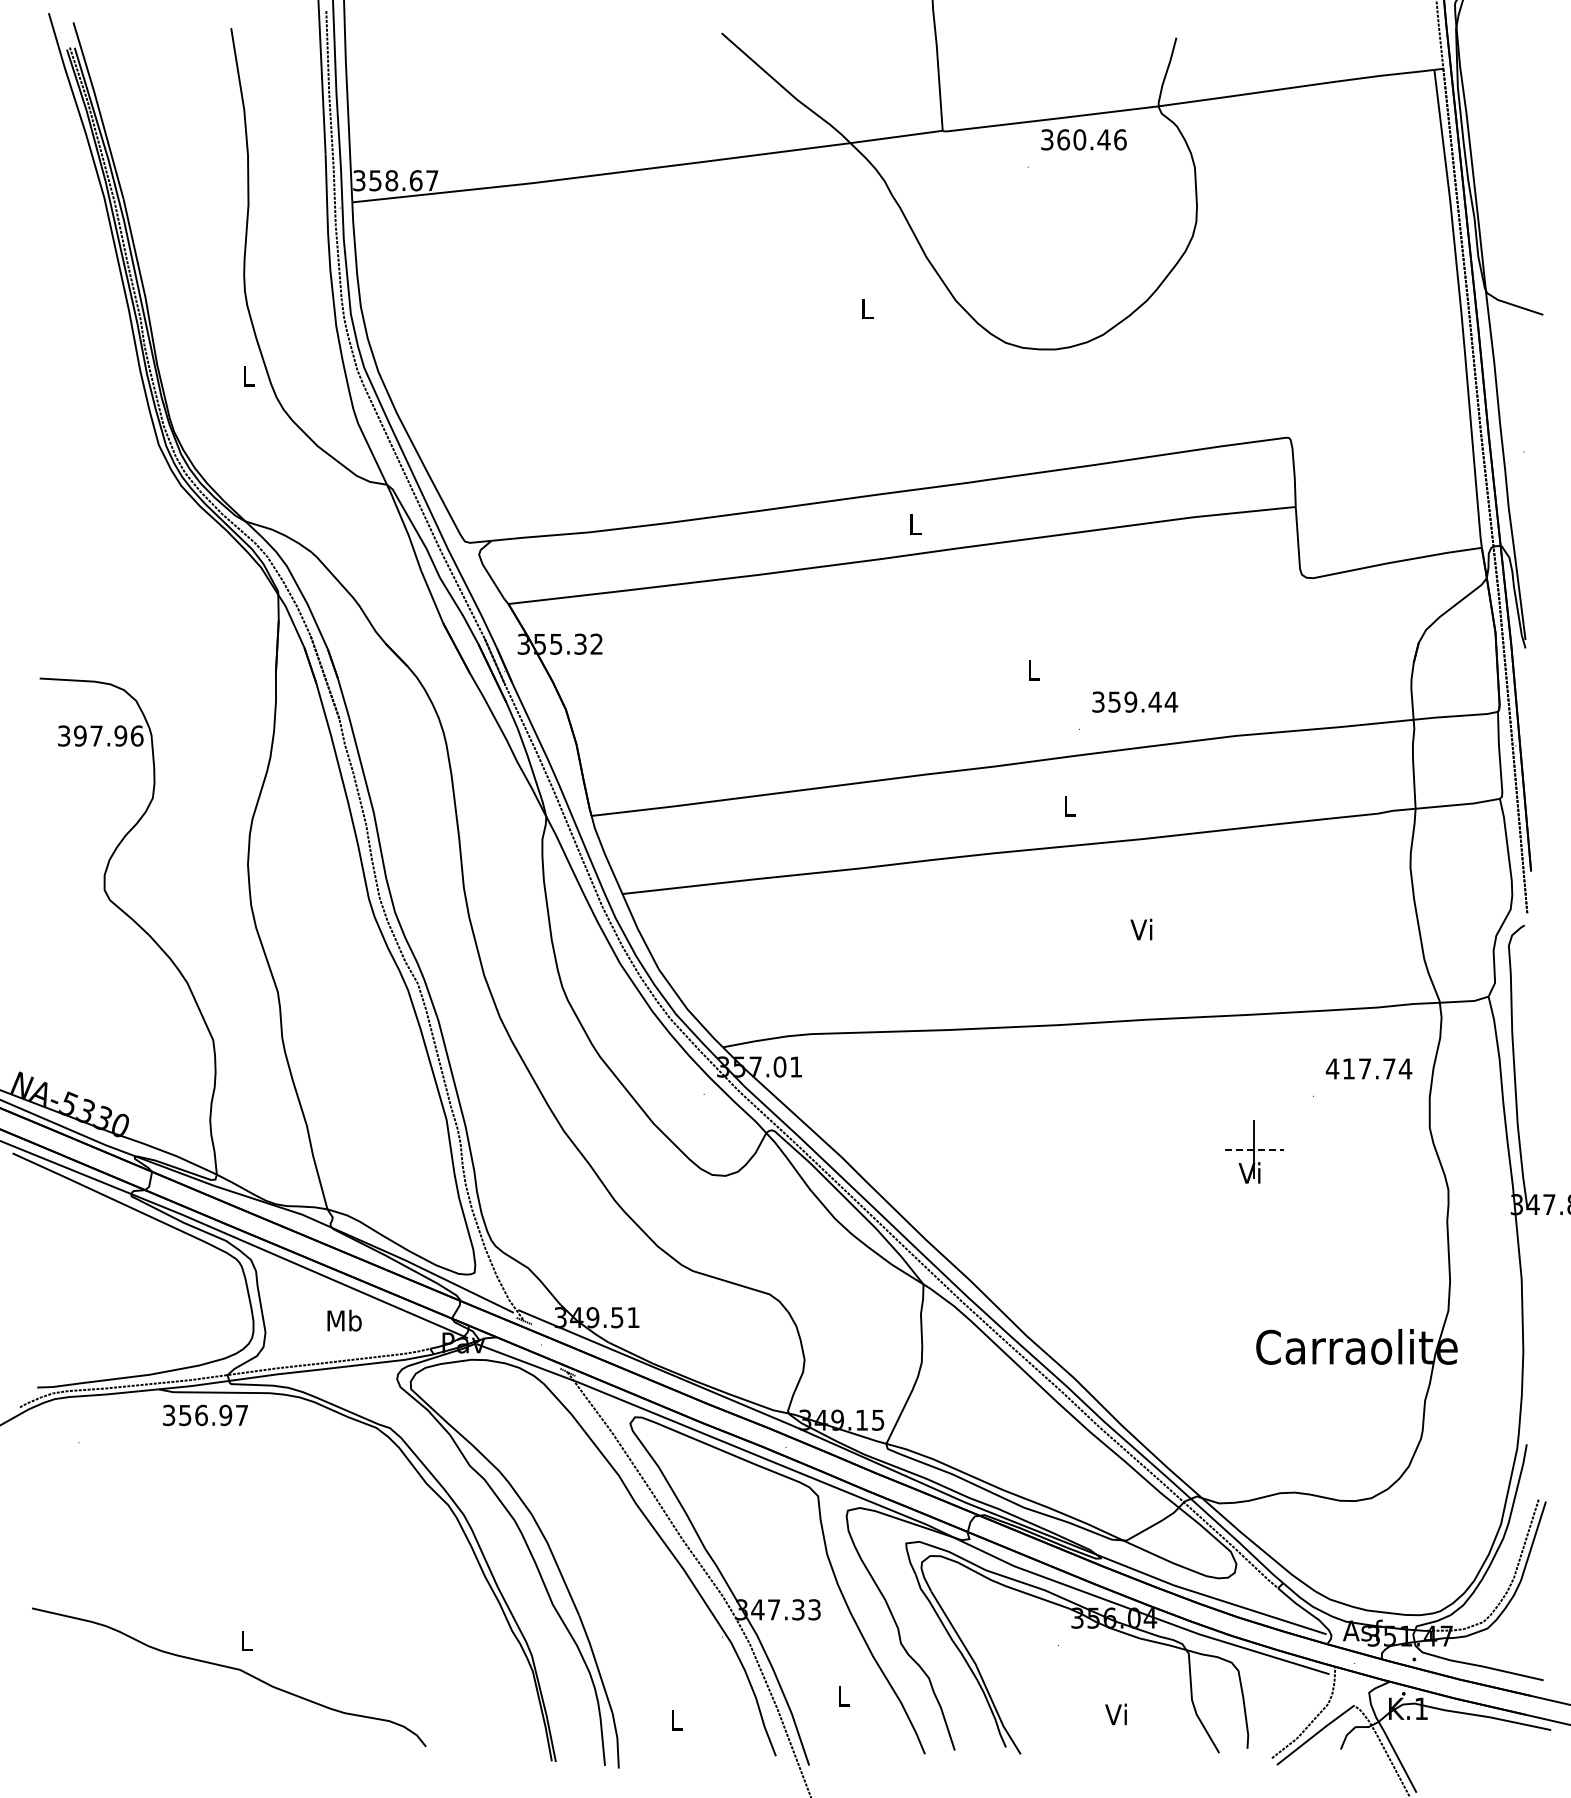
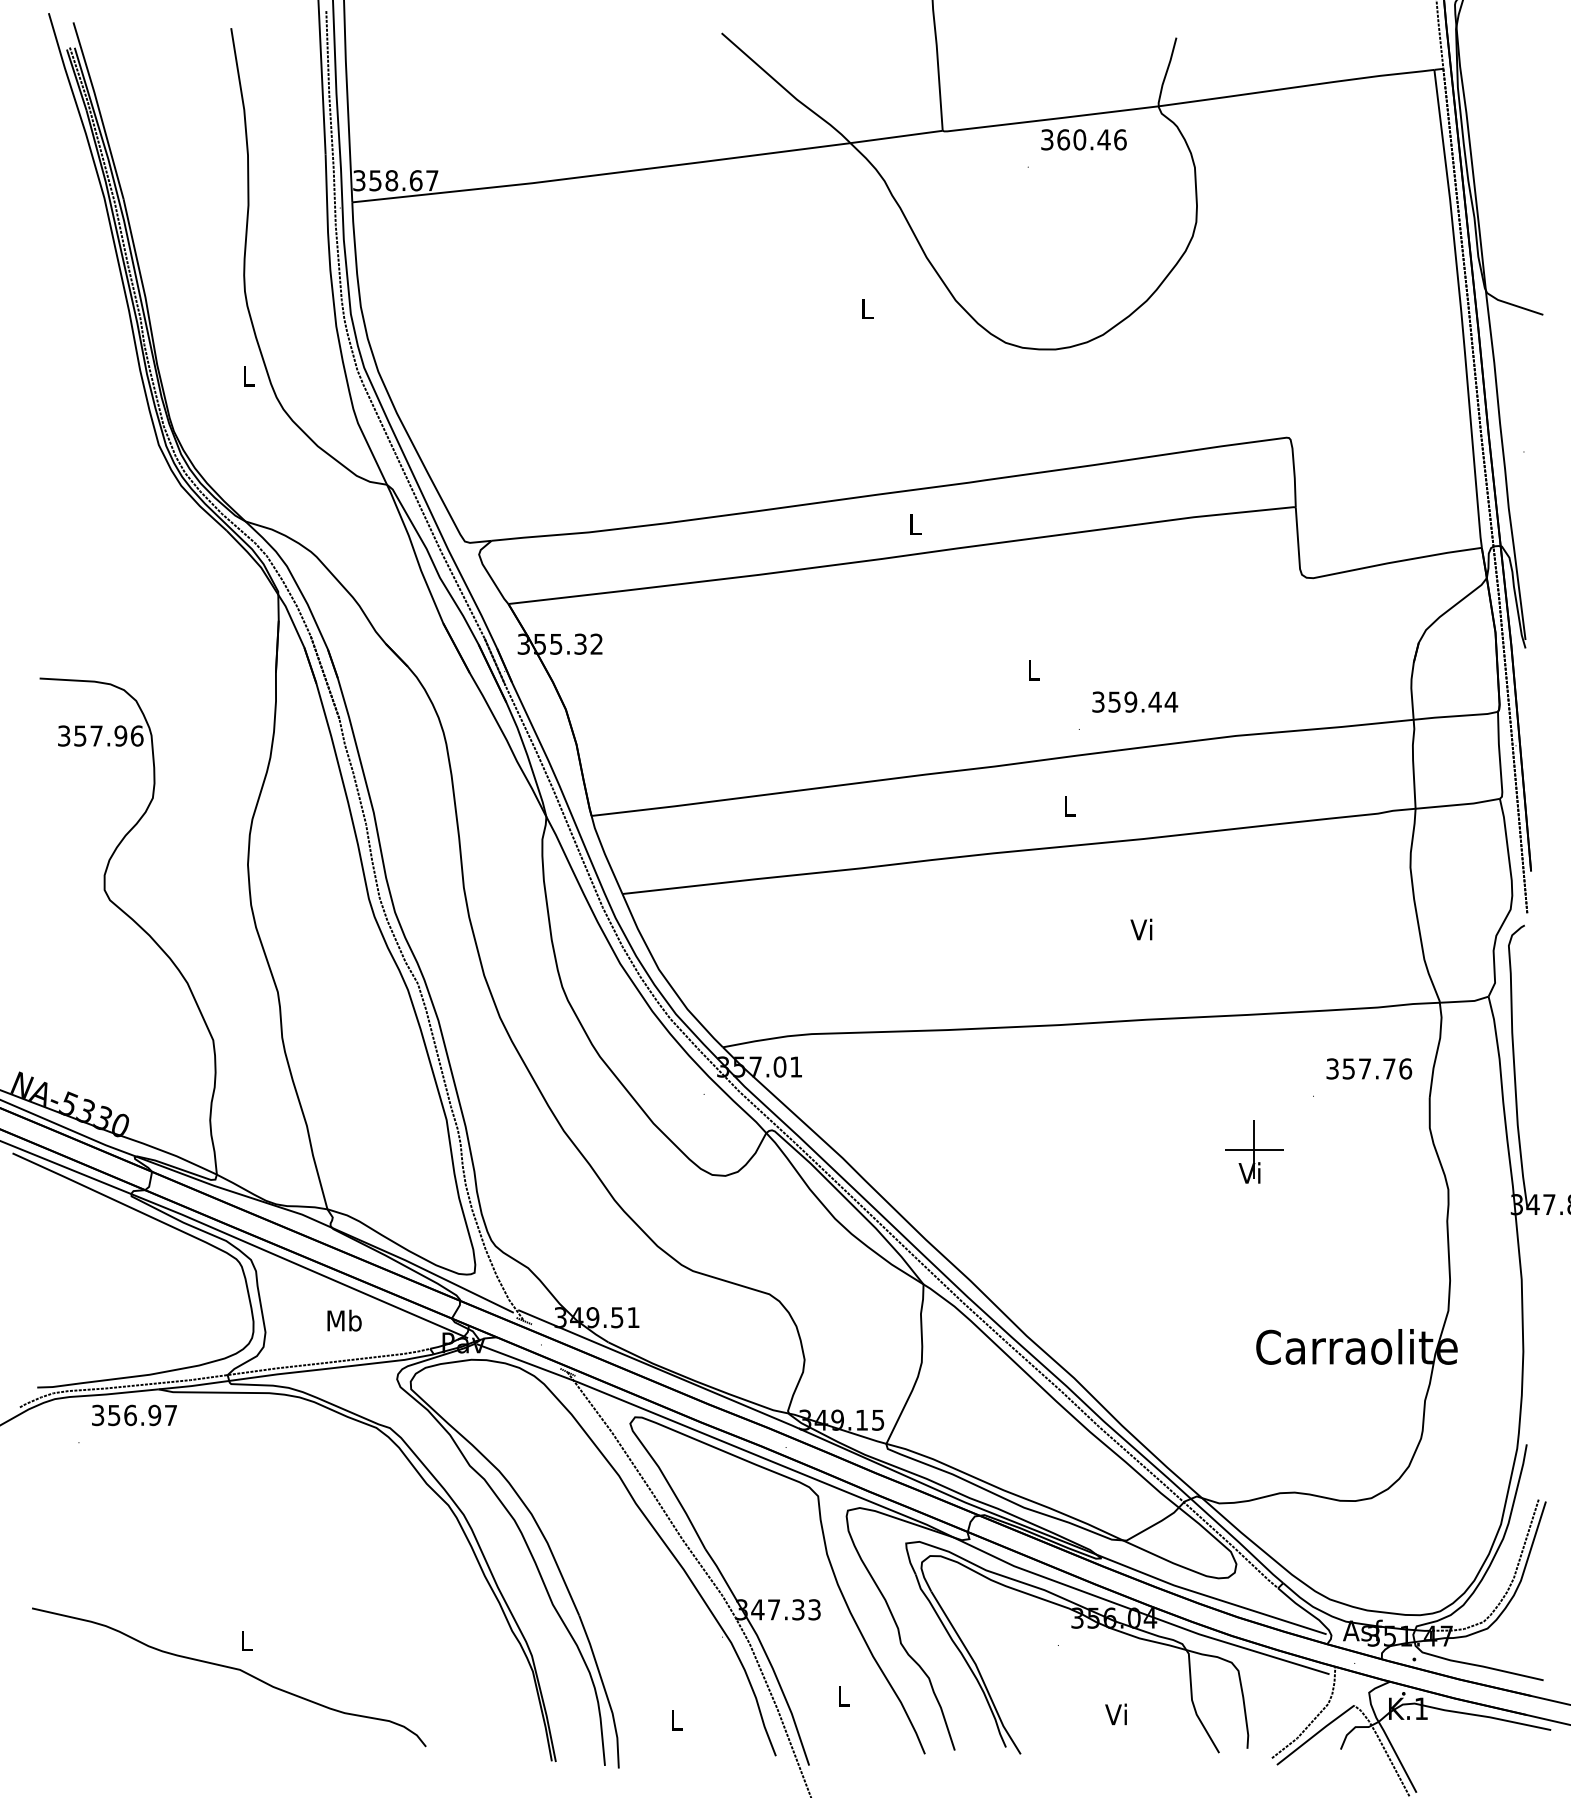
text at (80, 735): 397.96 -> 357.96
text at (1368, 1068): 417.74 -> 357.76
line at (1254, 1149): dashed -> solid
text at (205, 1415) position: (205, 1415) -> (134, 1415)
